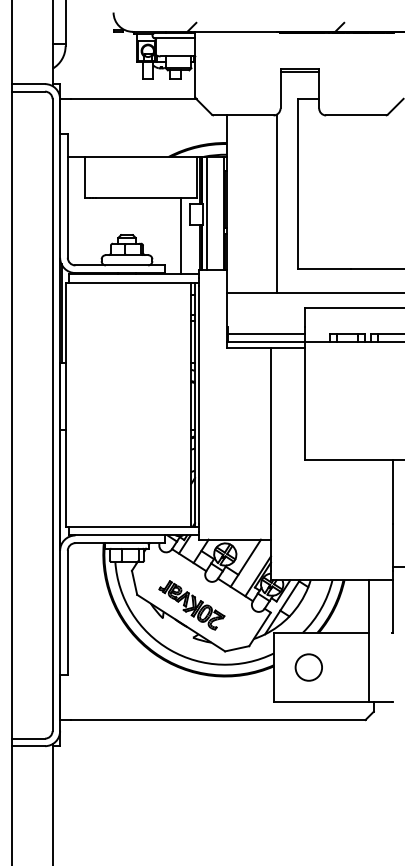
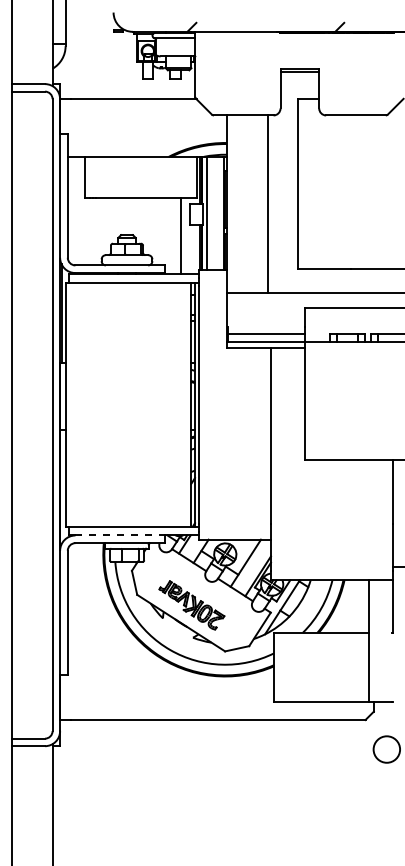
line at (276, 203) position: (276, 203) -> (267, 203)
line at (120, 535): solid -> dashed
circle at (308, 667) position: (308, 667) -> (386, 749)
